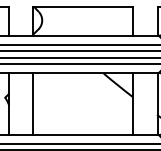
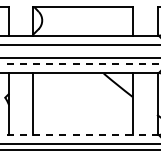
line at (79, 51): present -> none
line at (80, 63): solid -> dashed
line at (78, 135): solid -> dashed
